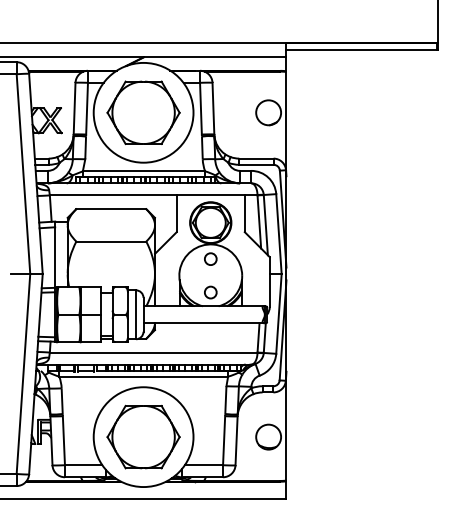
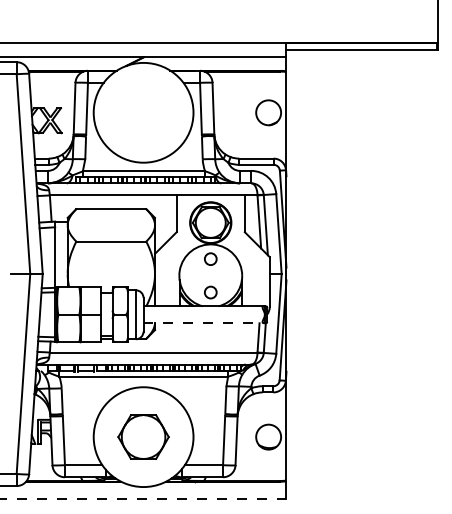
part at (143, 112): present -> none
line at (204, 323): solid -> dashed
part at (143, 436) size: 75x66 px -> 53x46 px
line at (143, 498): solid -> dashed
